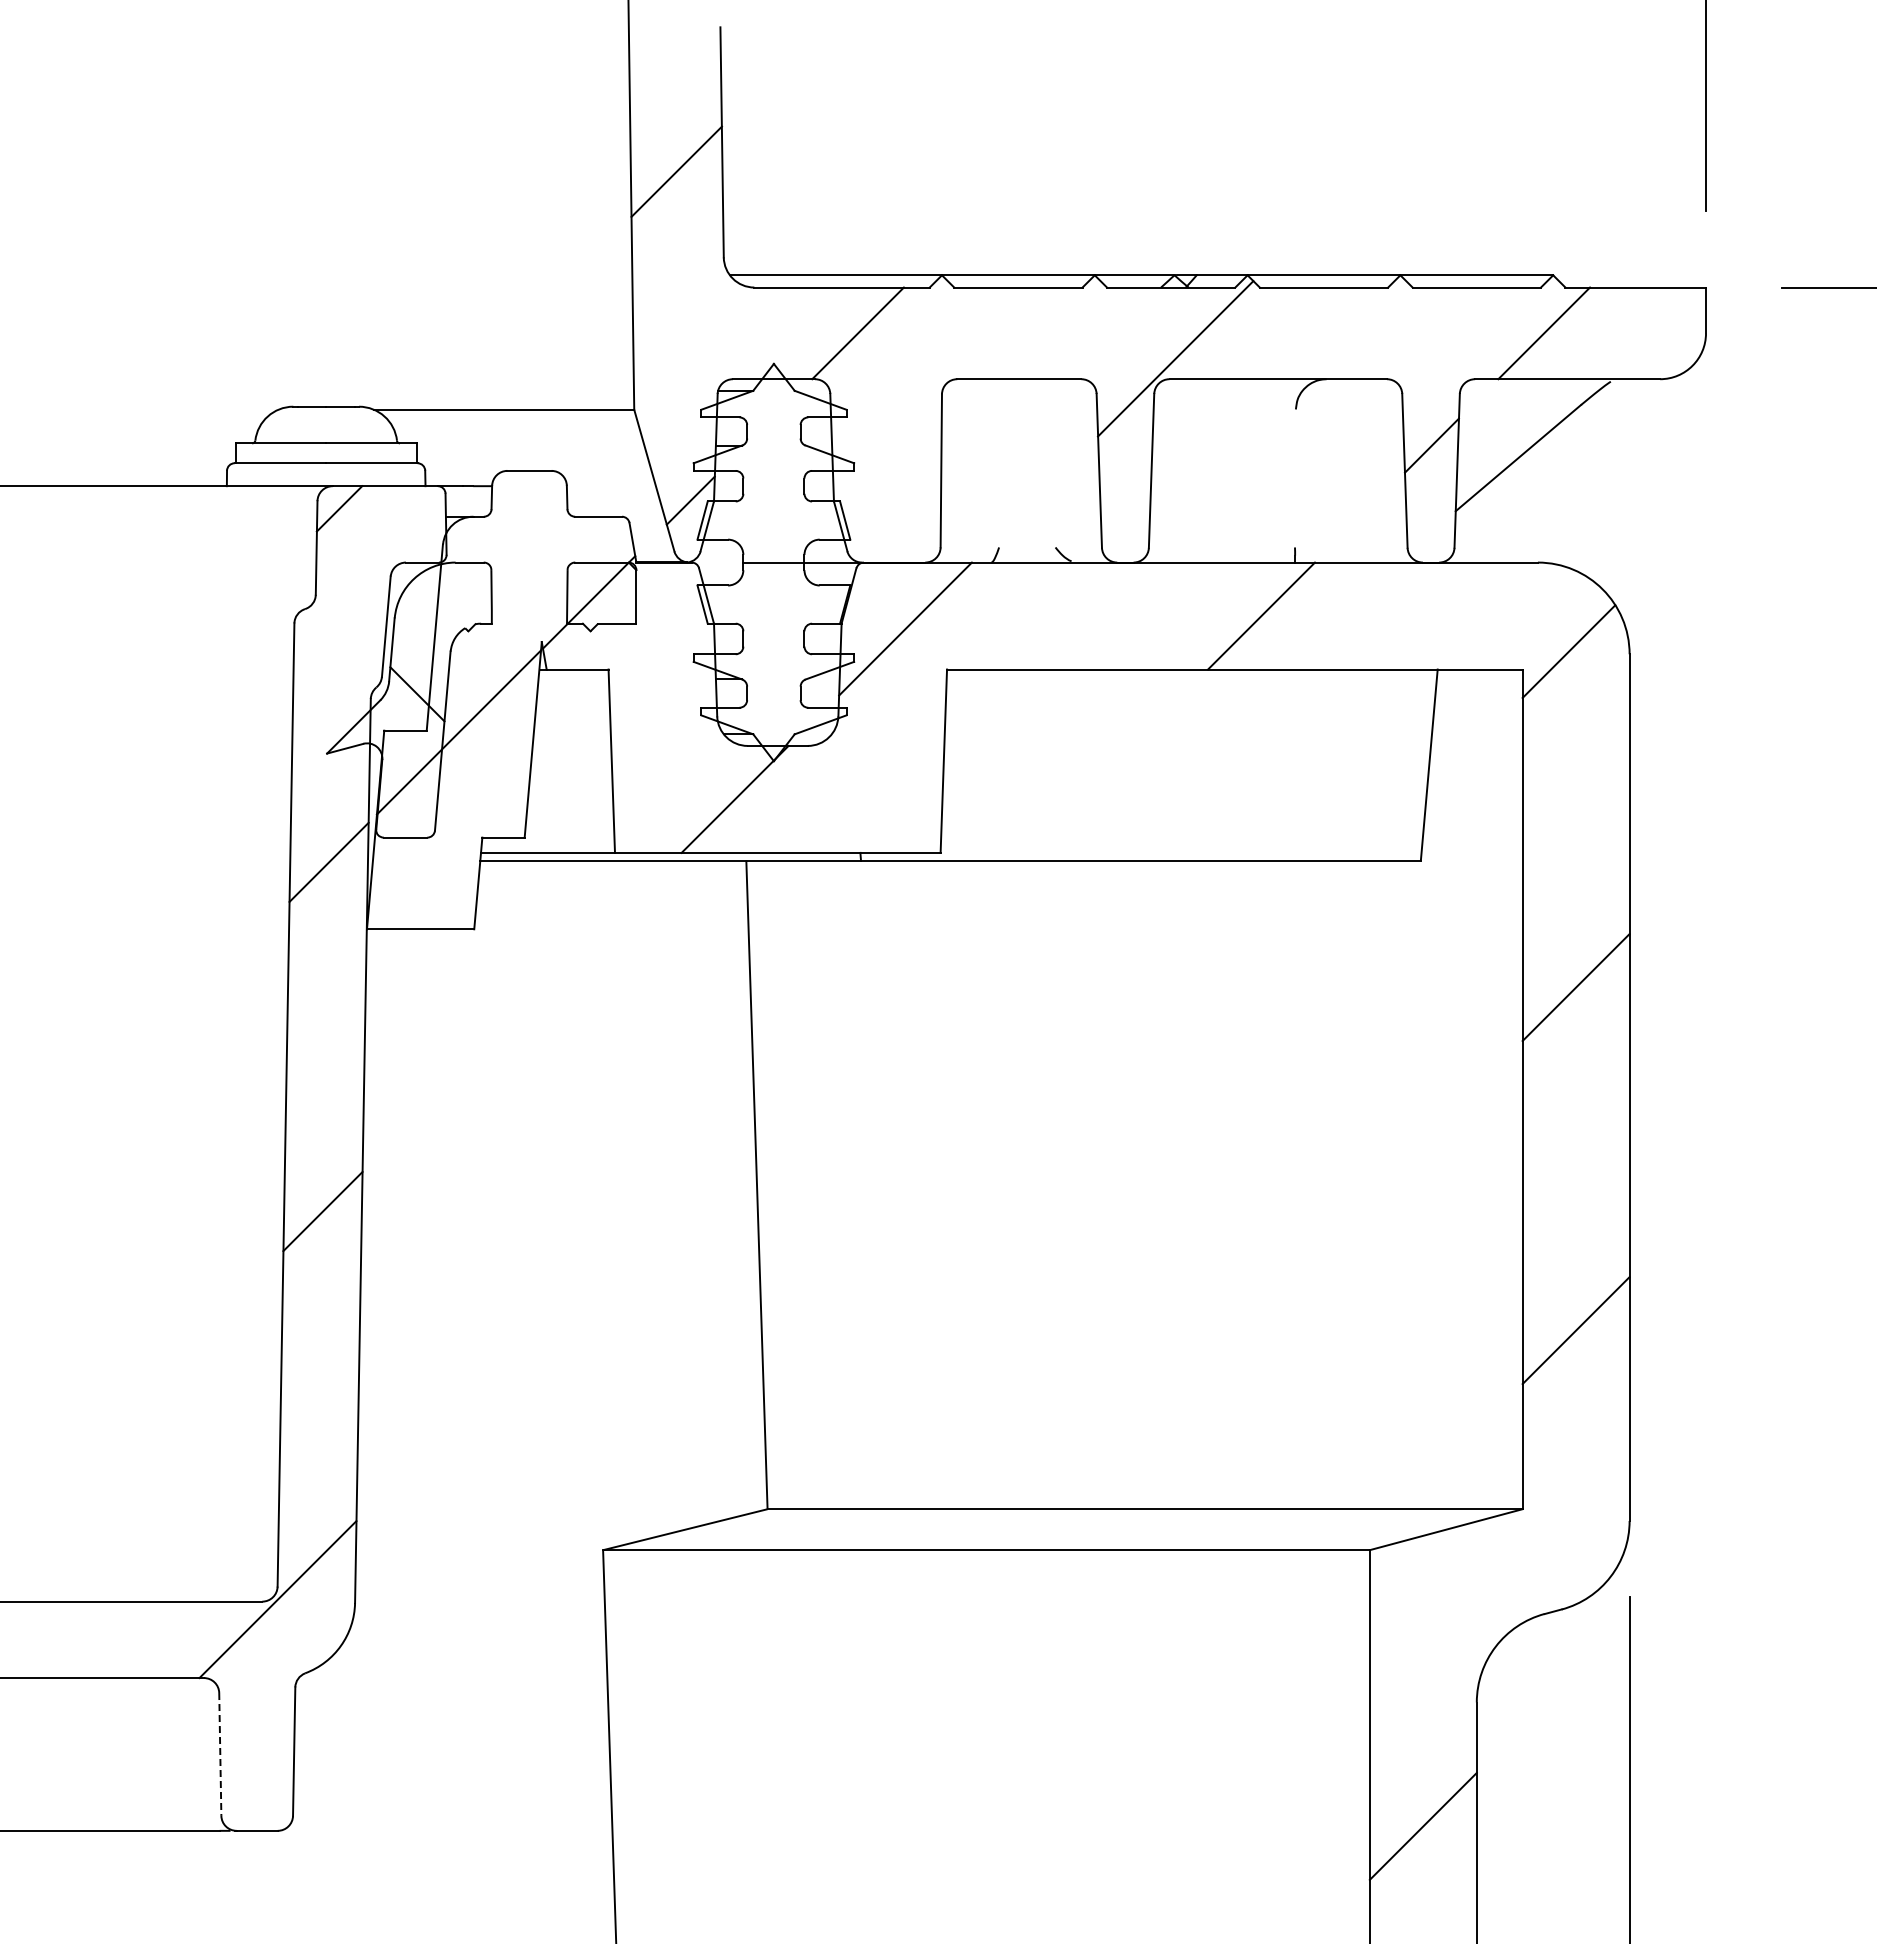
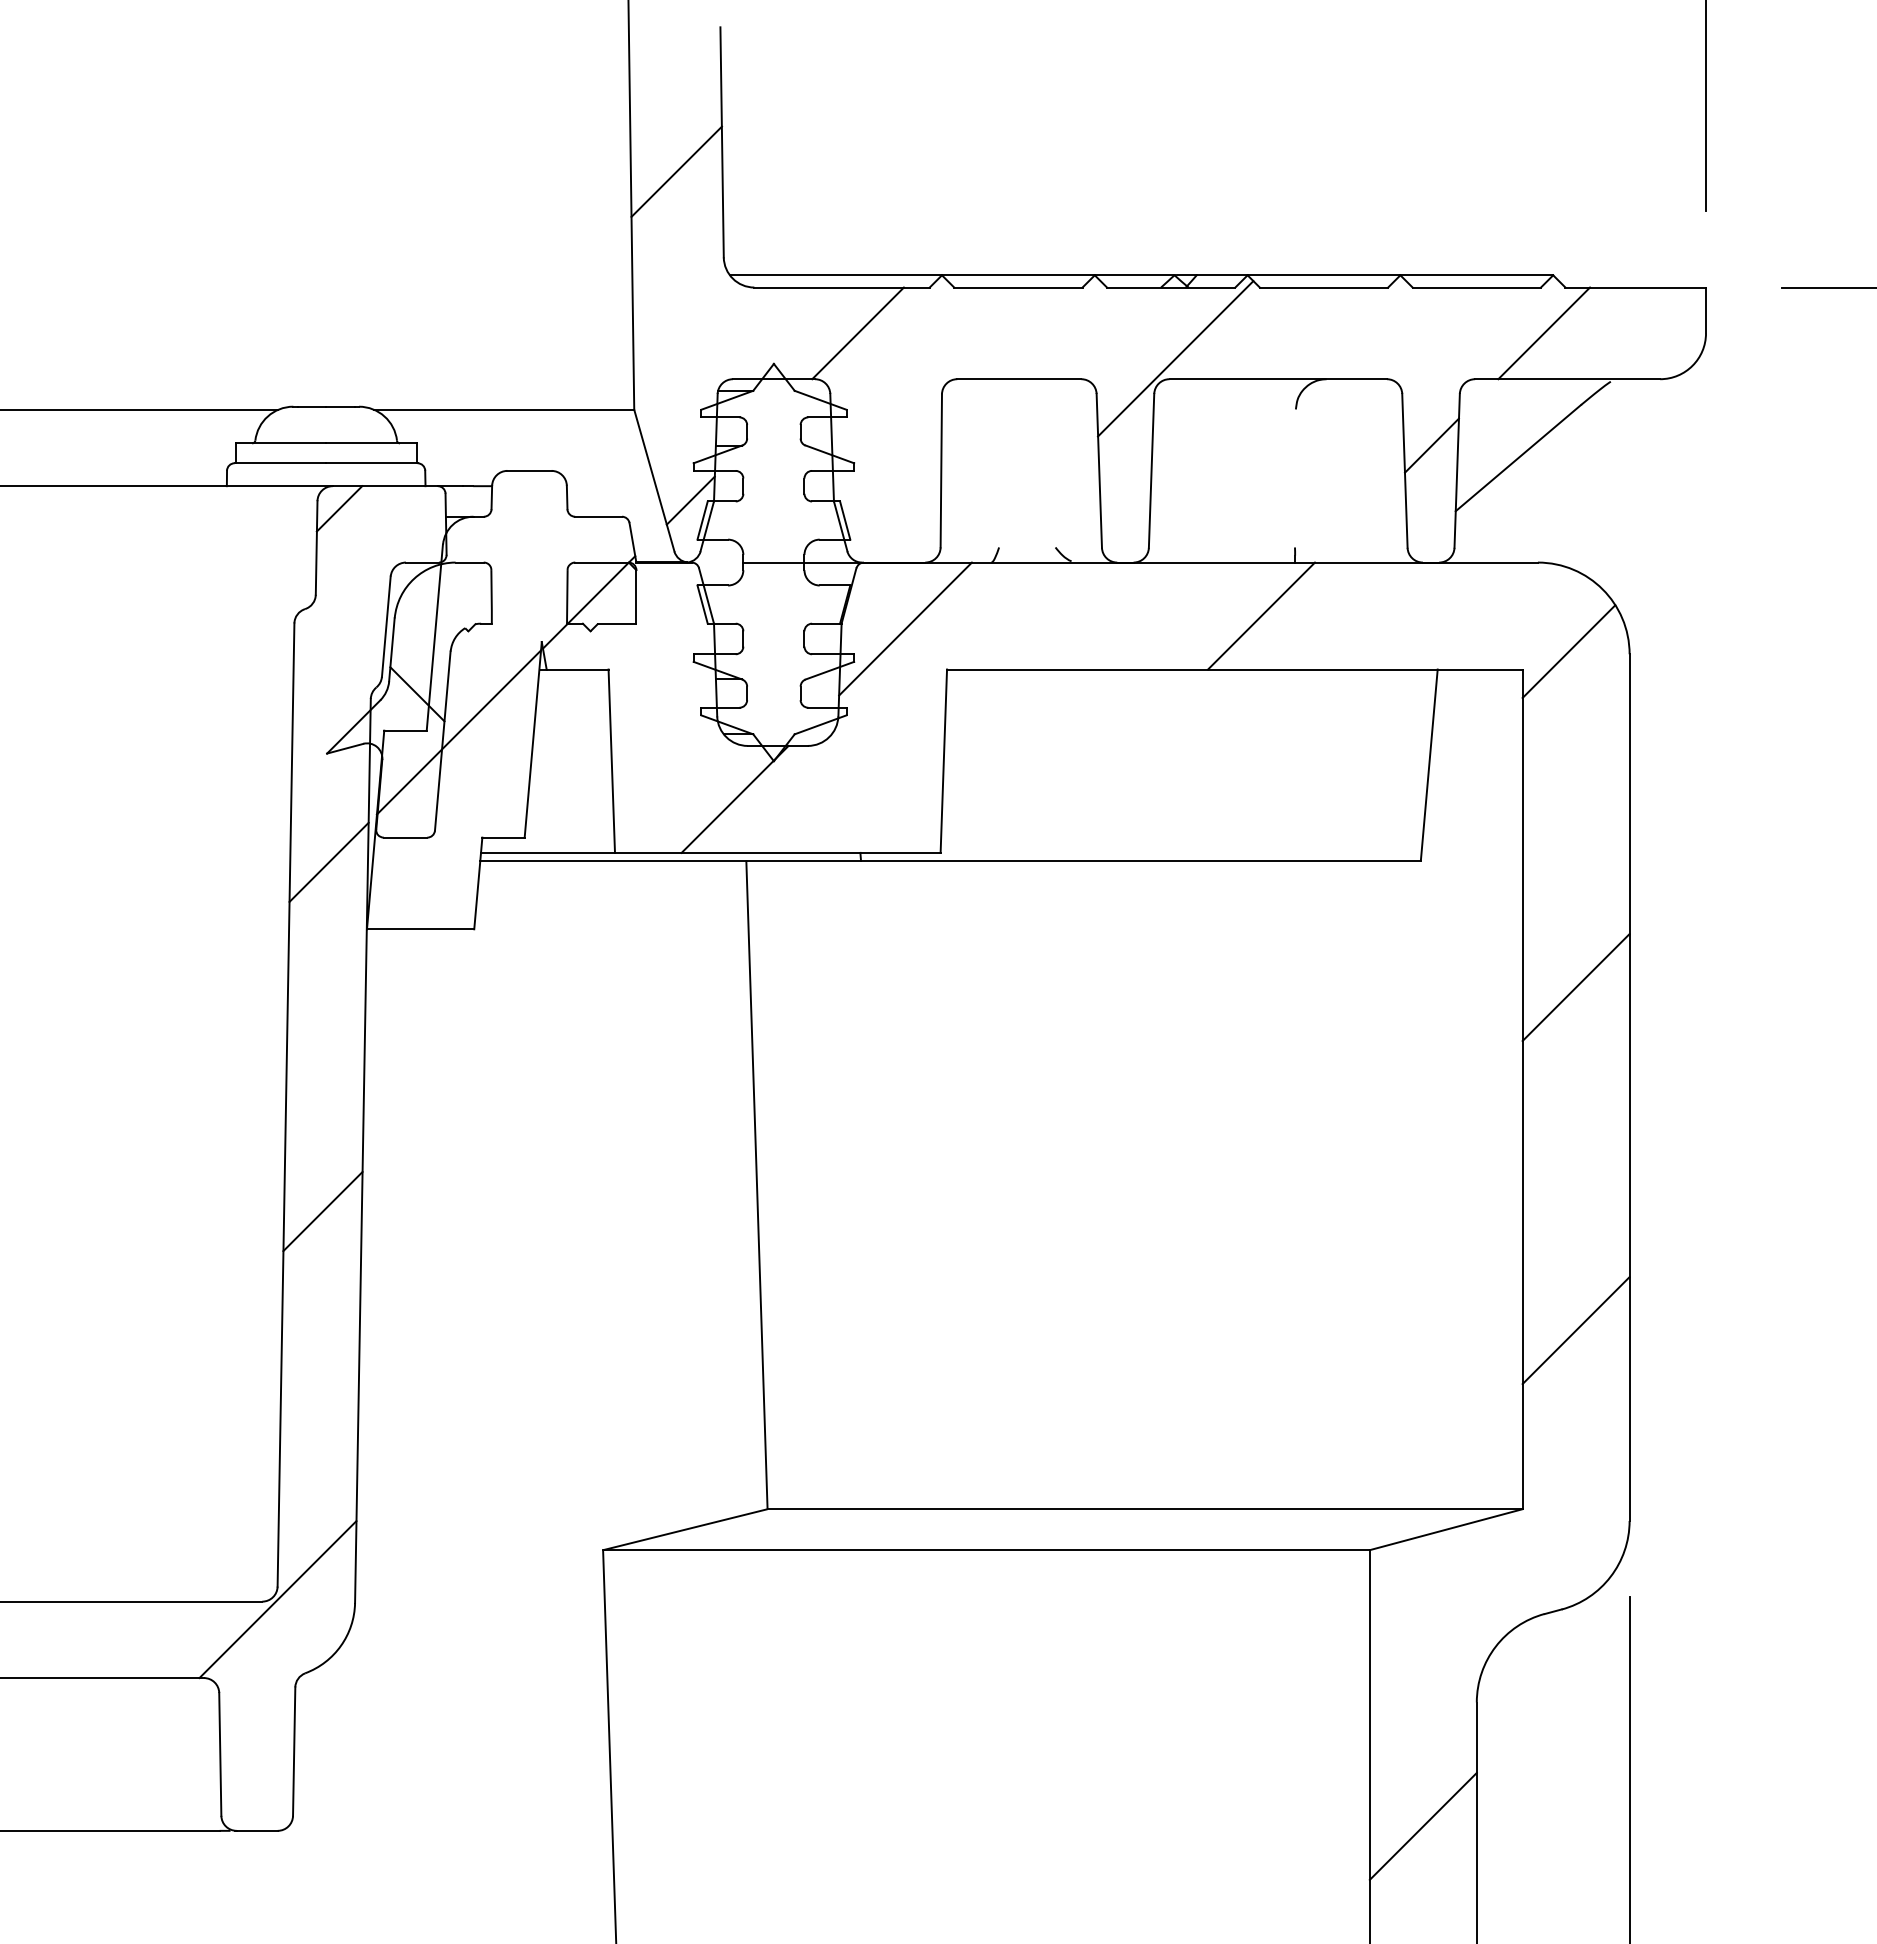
line at (140, 409): none -> present
line at (220, 1754): dashed -> solid
